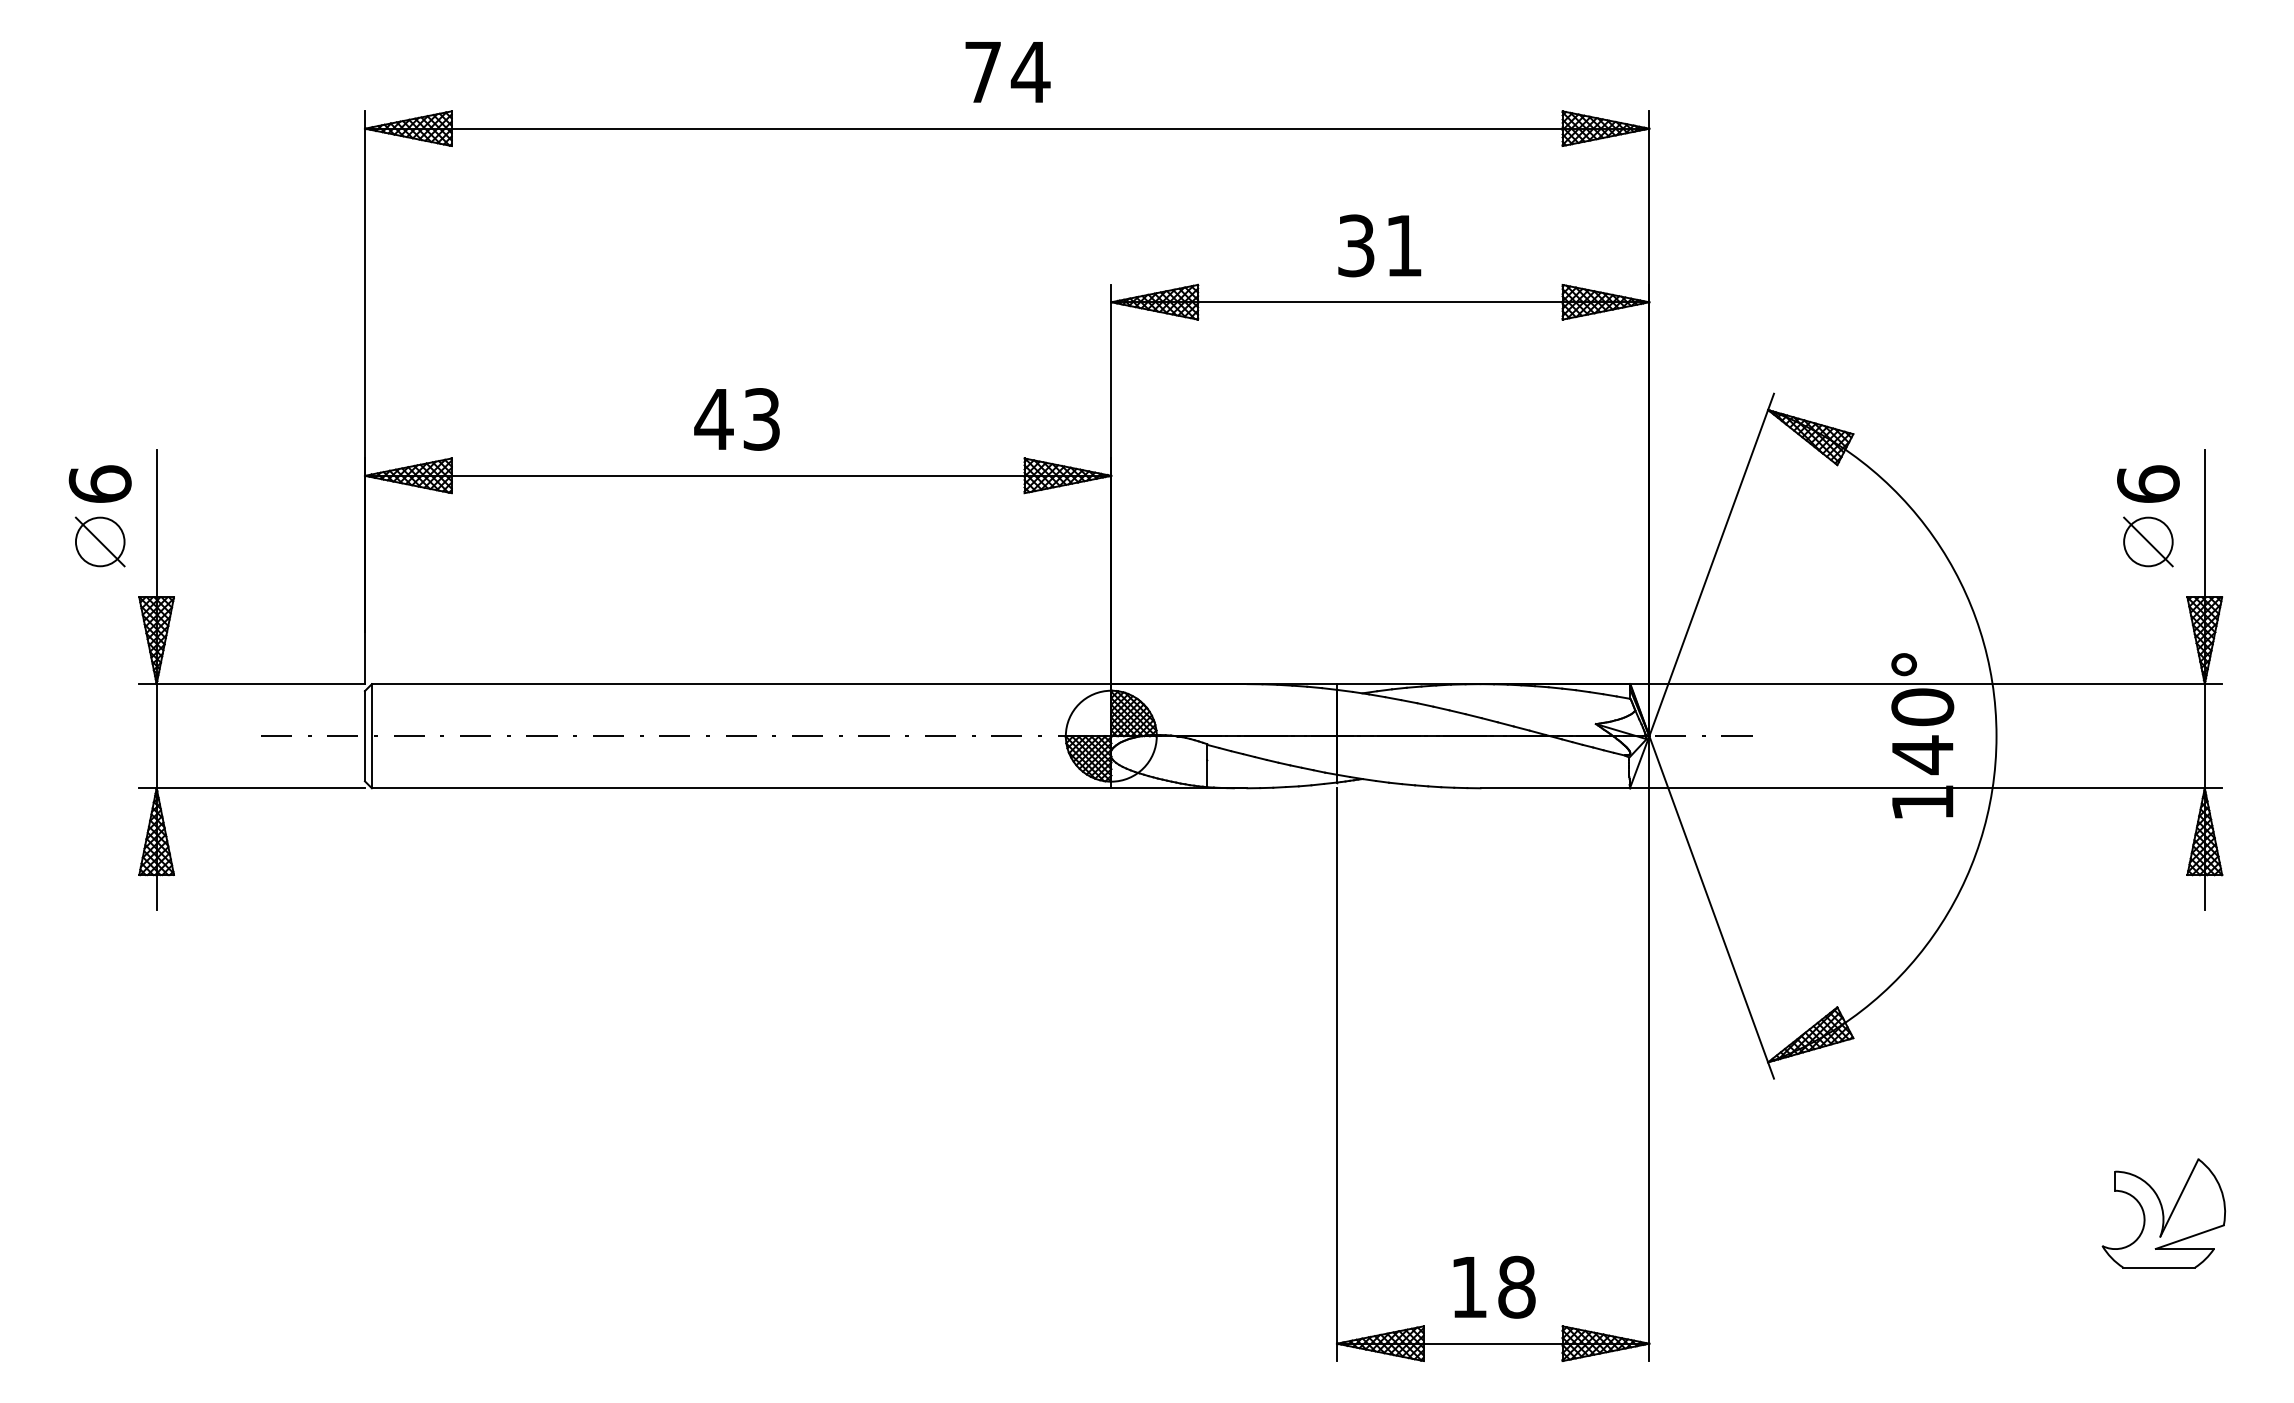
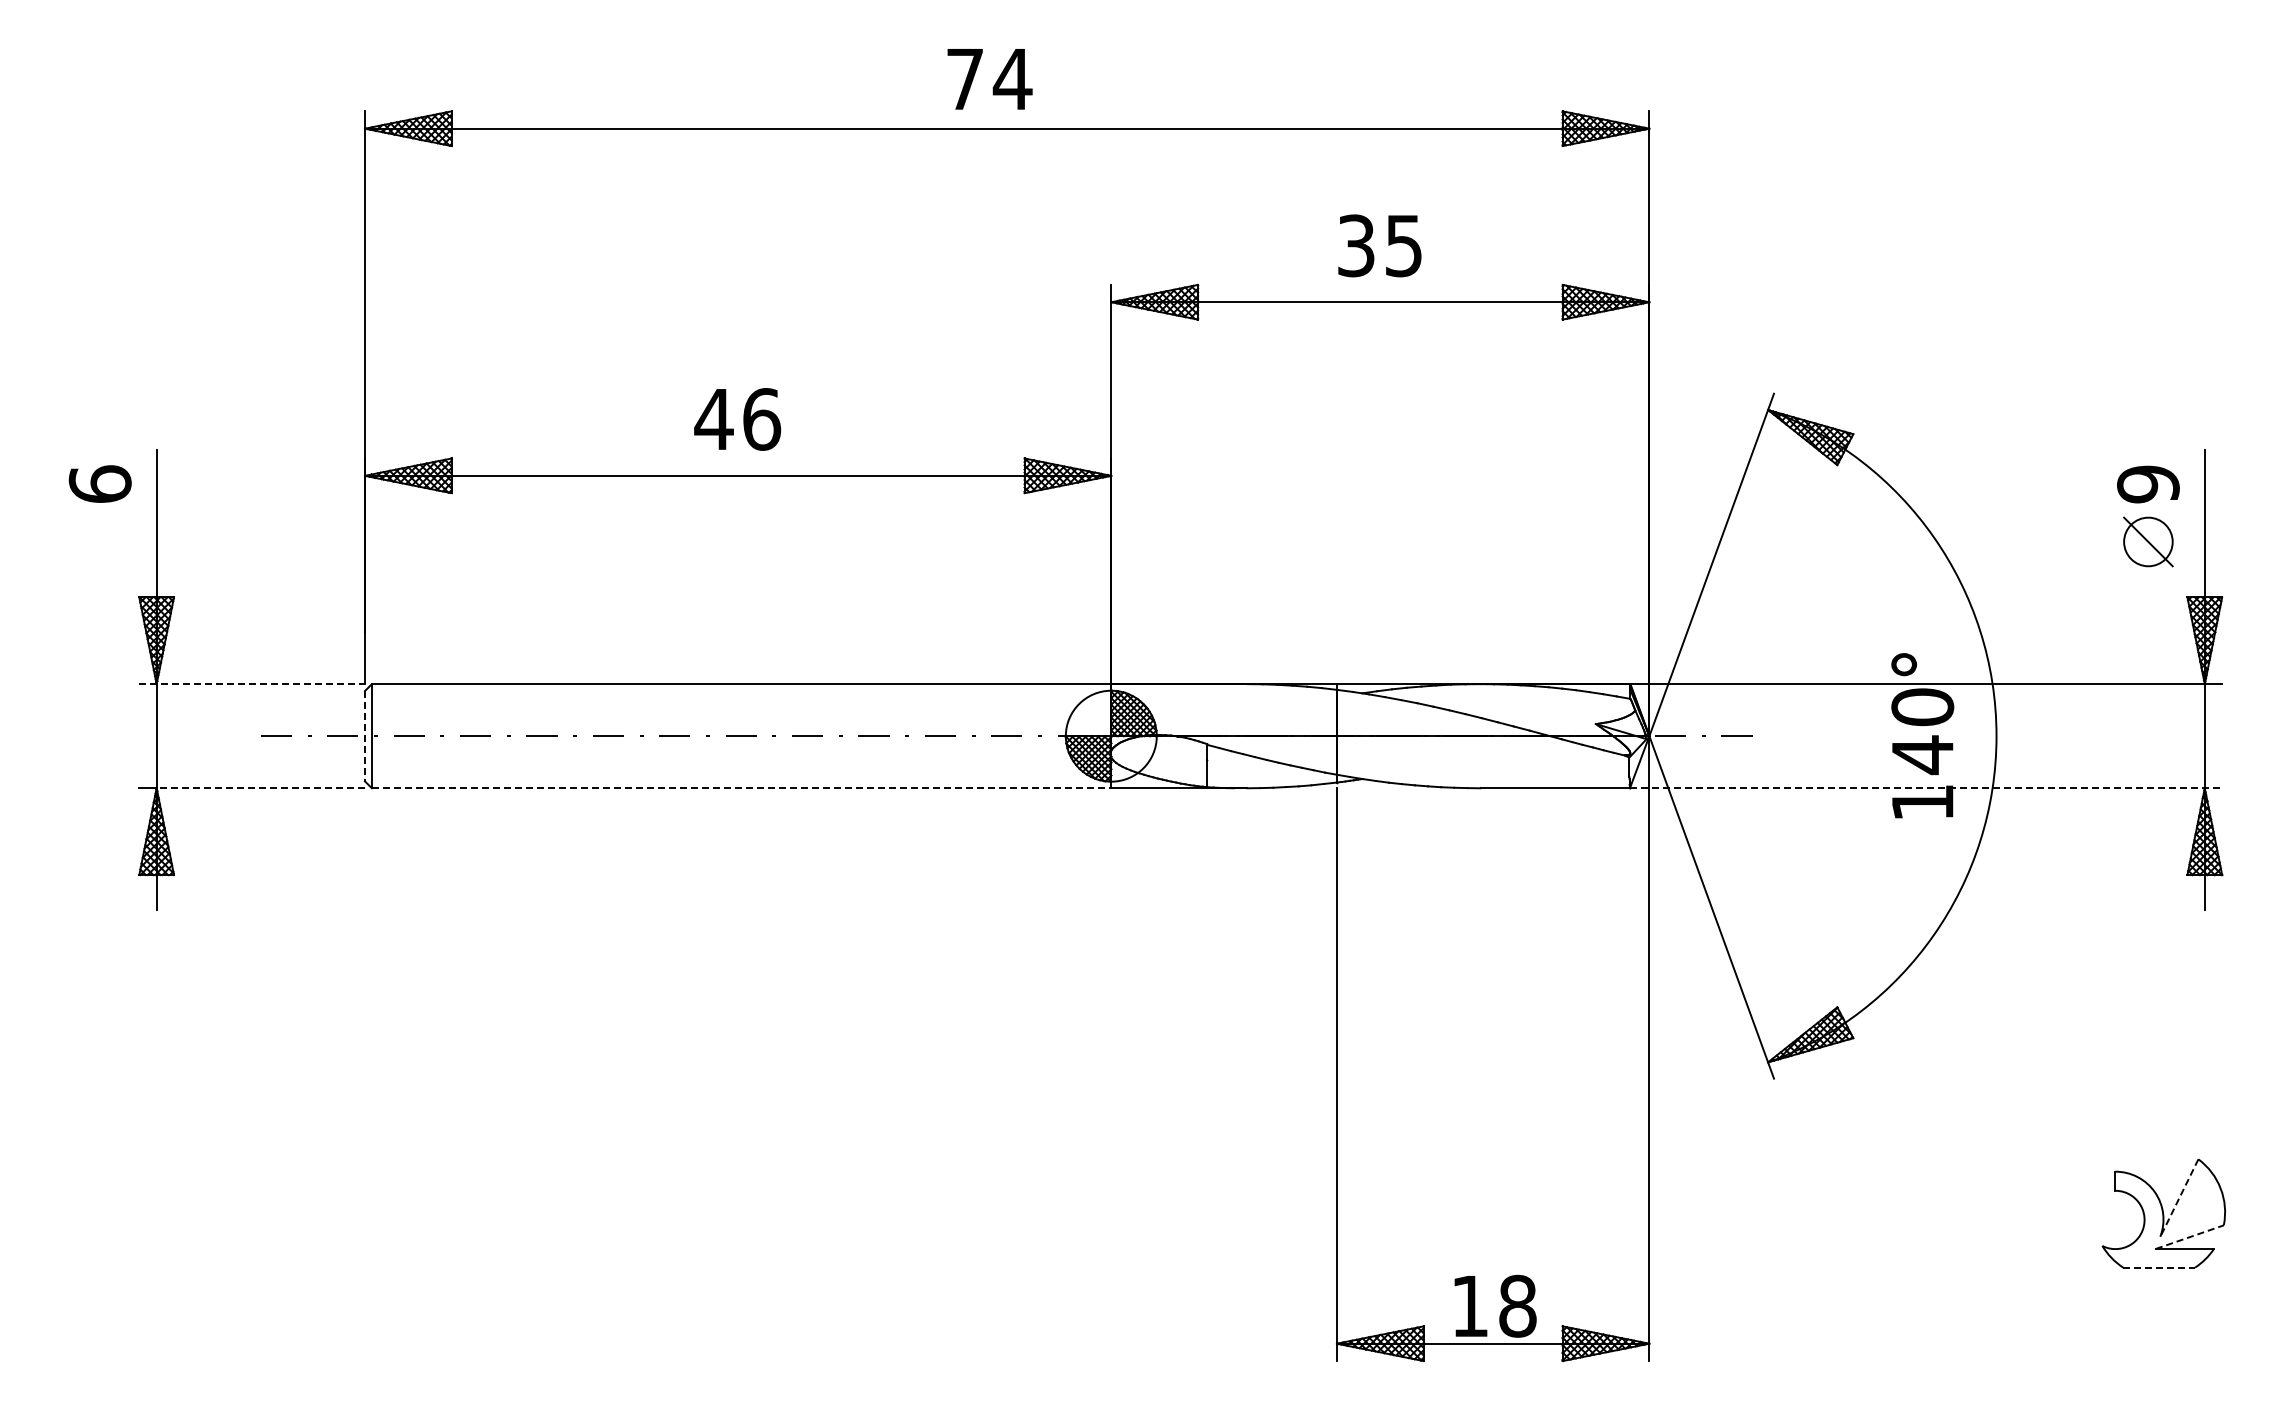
text at (1007, 72) position: (1007, 72) -> (989, 79)
text at (1403, 246): 31 -> 35
text at (762, 419): 43 -> 46
text at (2148, 484): 6 -> 9
part at (99, 541): present -> none
line at (252, 684): solid -> dashed
line at (364, 736): solid -> dashed
line at (260, 788): solid -> dashed
line at (741, 788): solid -> dashed
line at (1926, 788): solid -> dashed
line at (2179, 1198): solid -> dashed
line at (2190, 1236): solid -> dashed
line at (2159, 1267): solid -> dashed
text at (1494, 1286) position: (1494, 1286) -> (1495, 1305)
